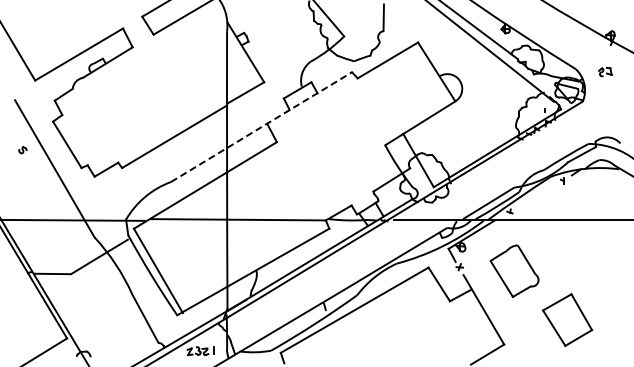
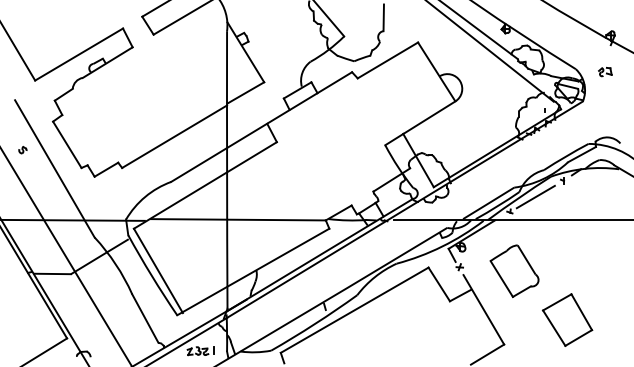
line at (261, 127): dashed -> solid
line at (535, 196): none -> present
line at (66, 256): none -> present
